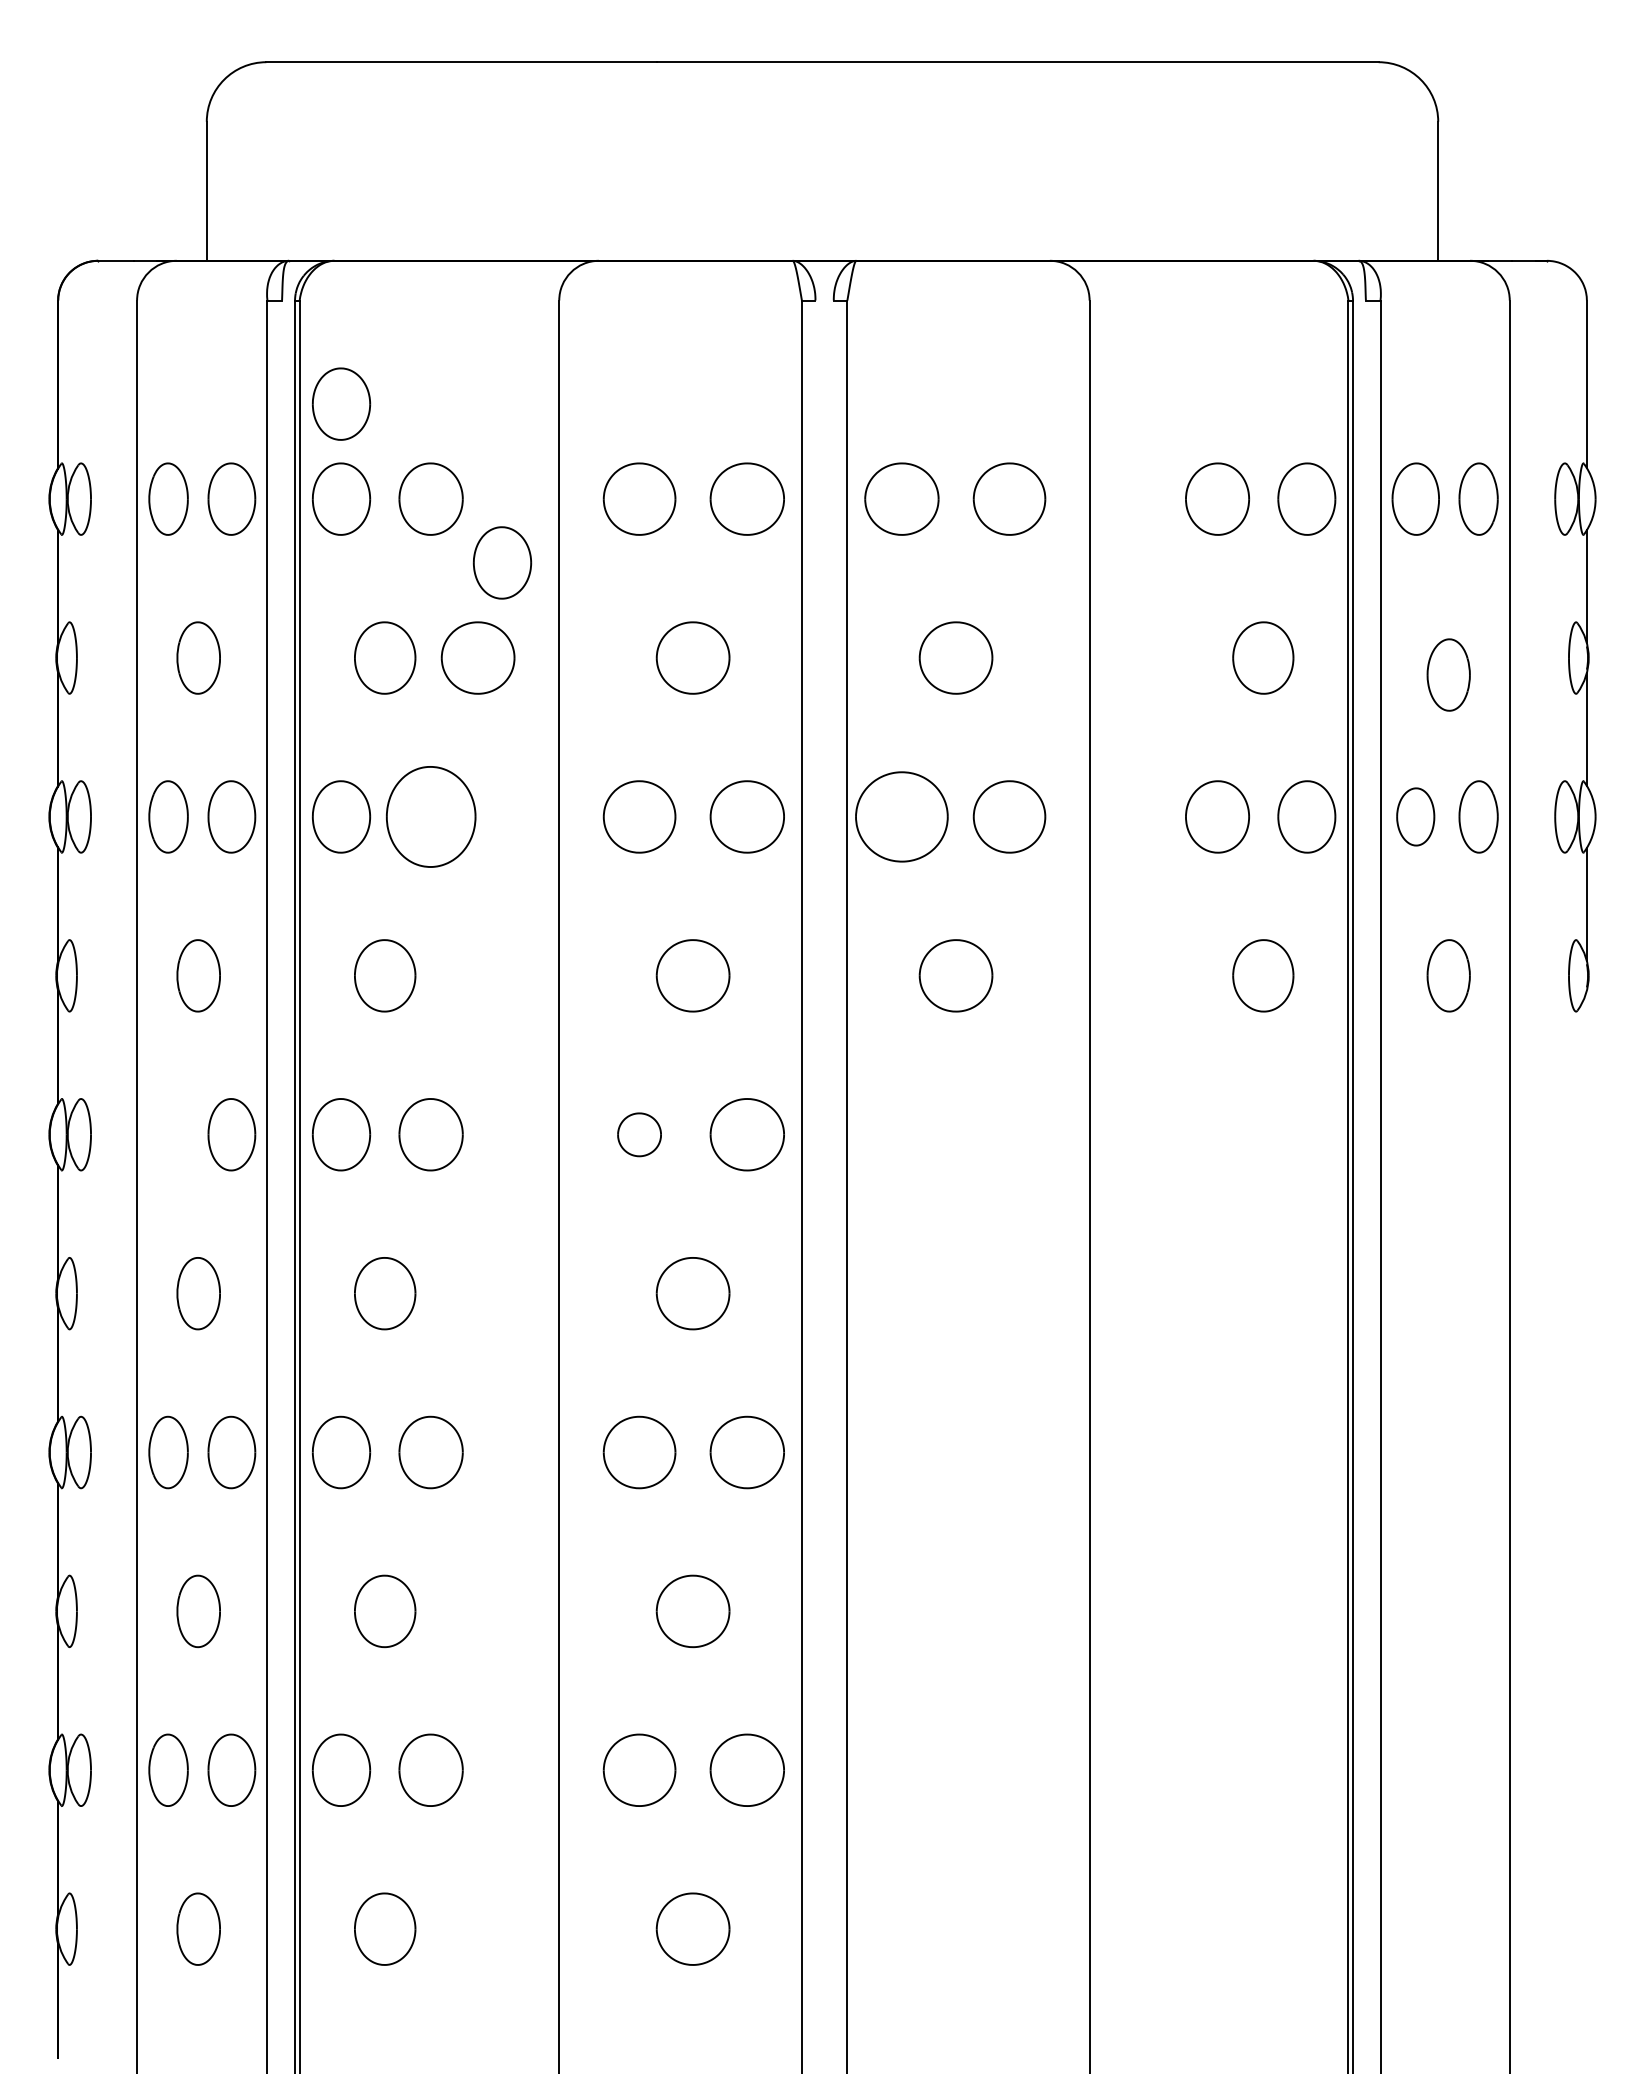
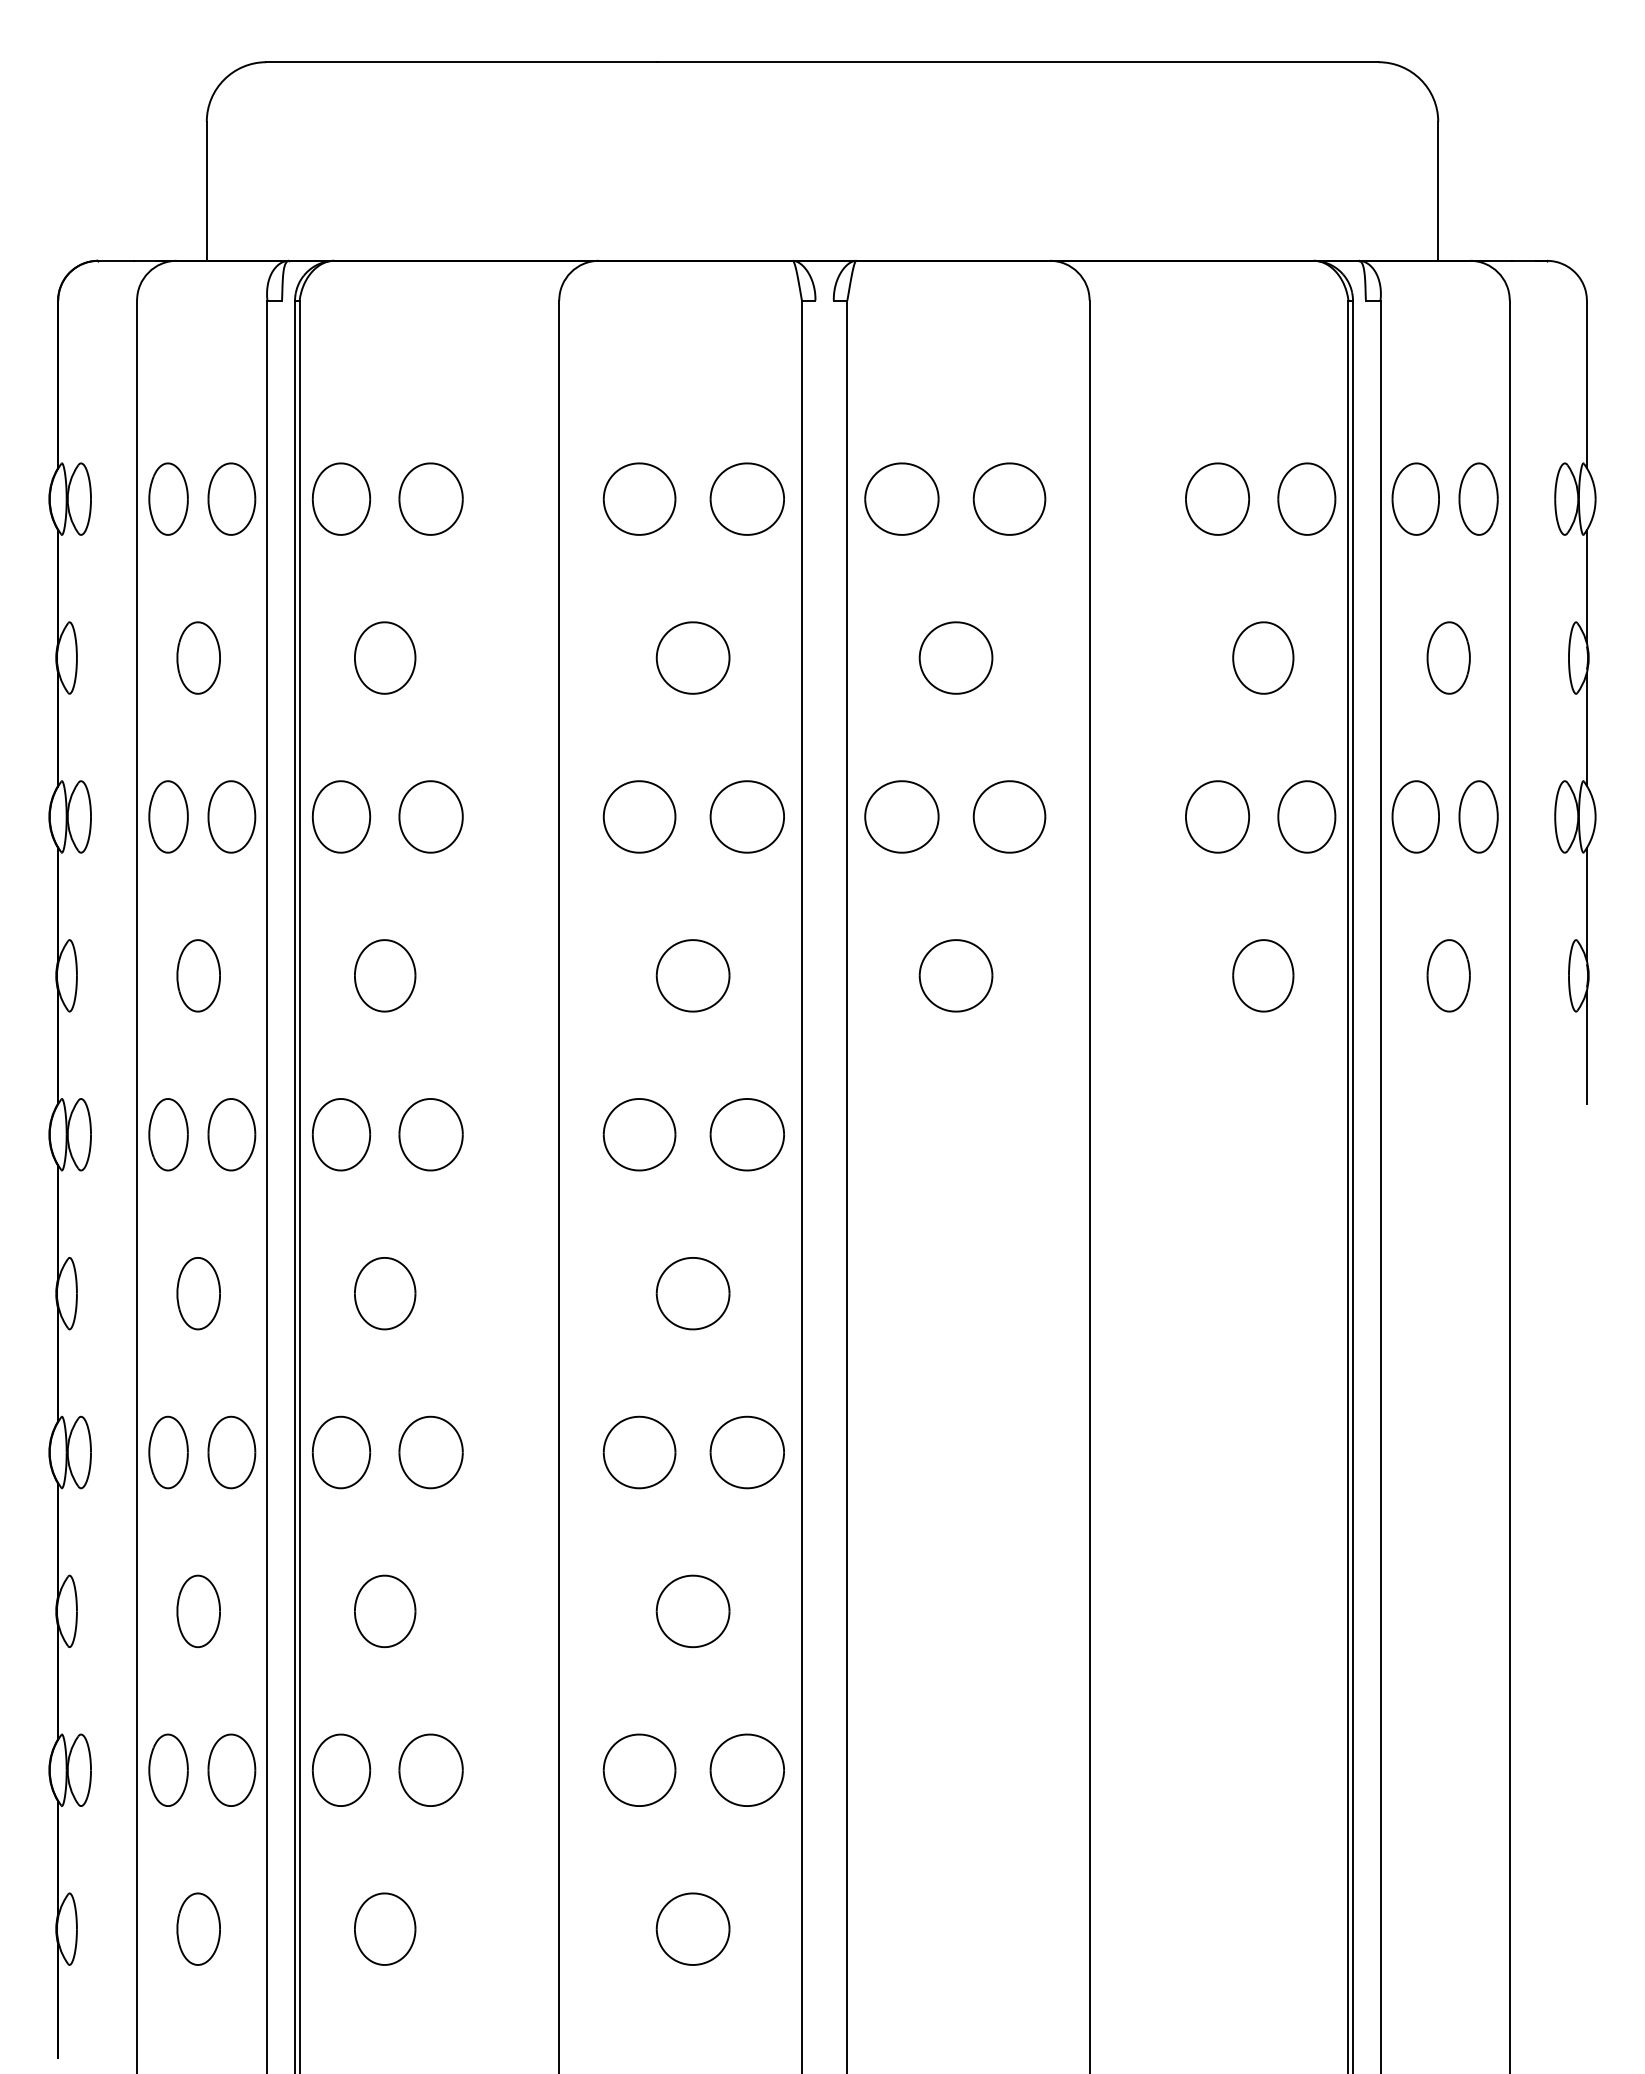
part at (341, 403): present -> none
part at (502, 562): present -> none
part at (477, 657): present -> none
part at (1448, 674) position: (1448, 674) -> (1448, 657)
part at (431, 816) size: 91x102 px -> 66x74 px
part at (901, 816) size: 94x92 px -> 76x74 px
part at (1415, 816) size: 40x60 px -> 49x74 px
line at (1586, 1046): none -> present
part at (168, 1134): none -> present
part at (639, 1134) size: 45x46 px -> 75x74 px
